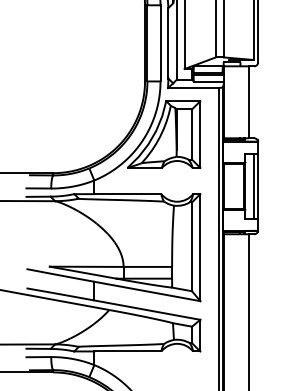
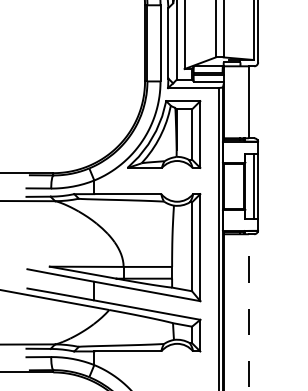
line at (248, 312): solid -> dashed
